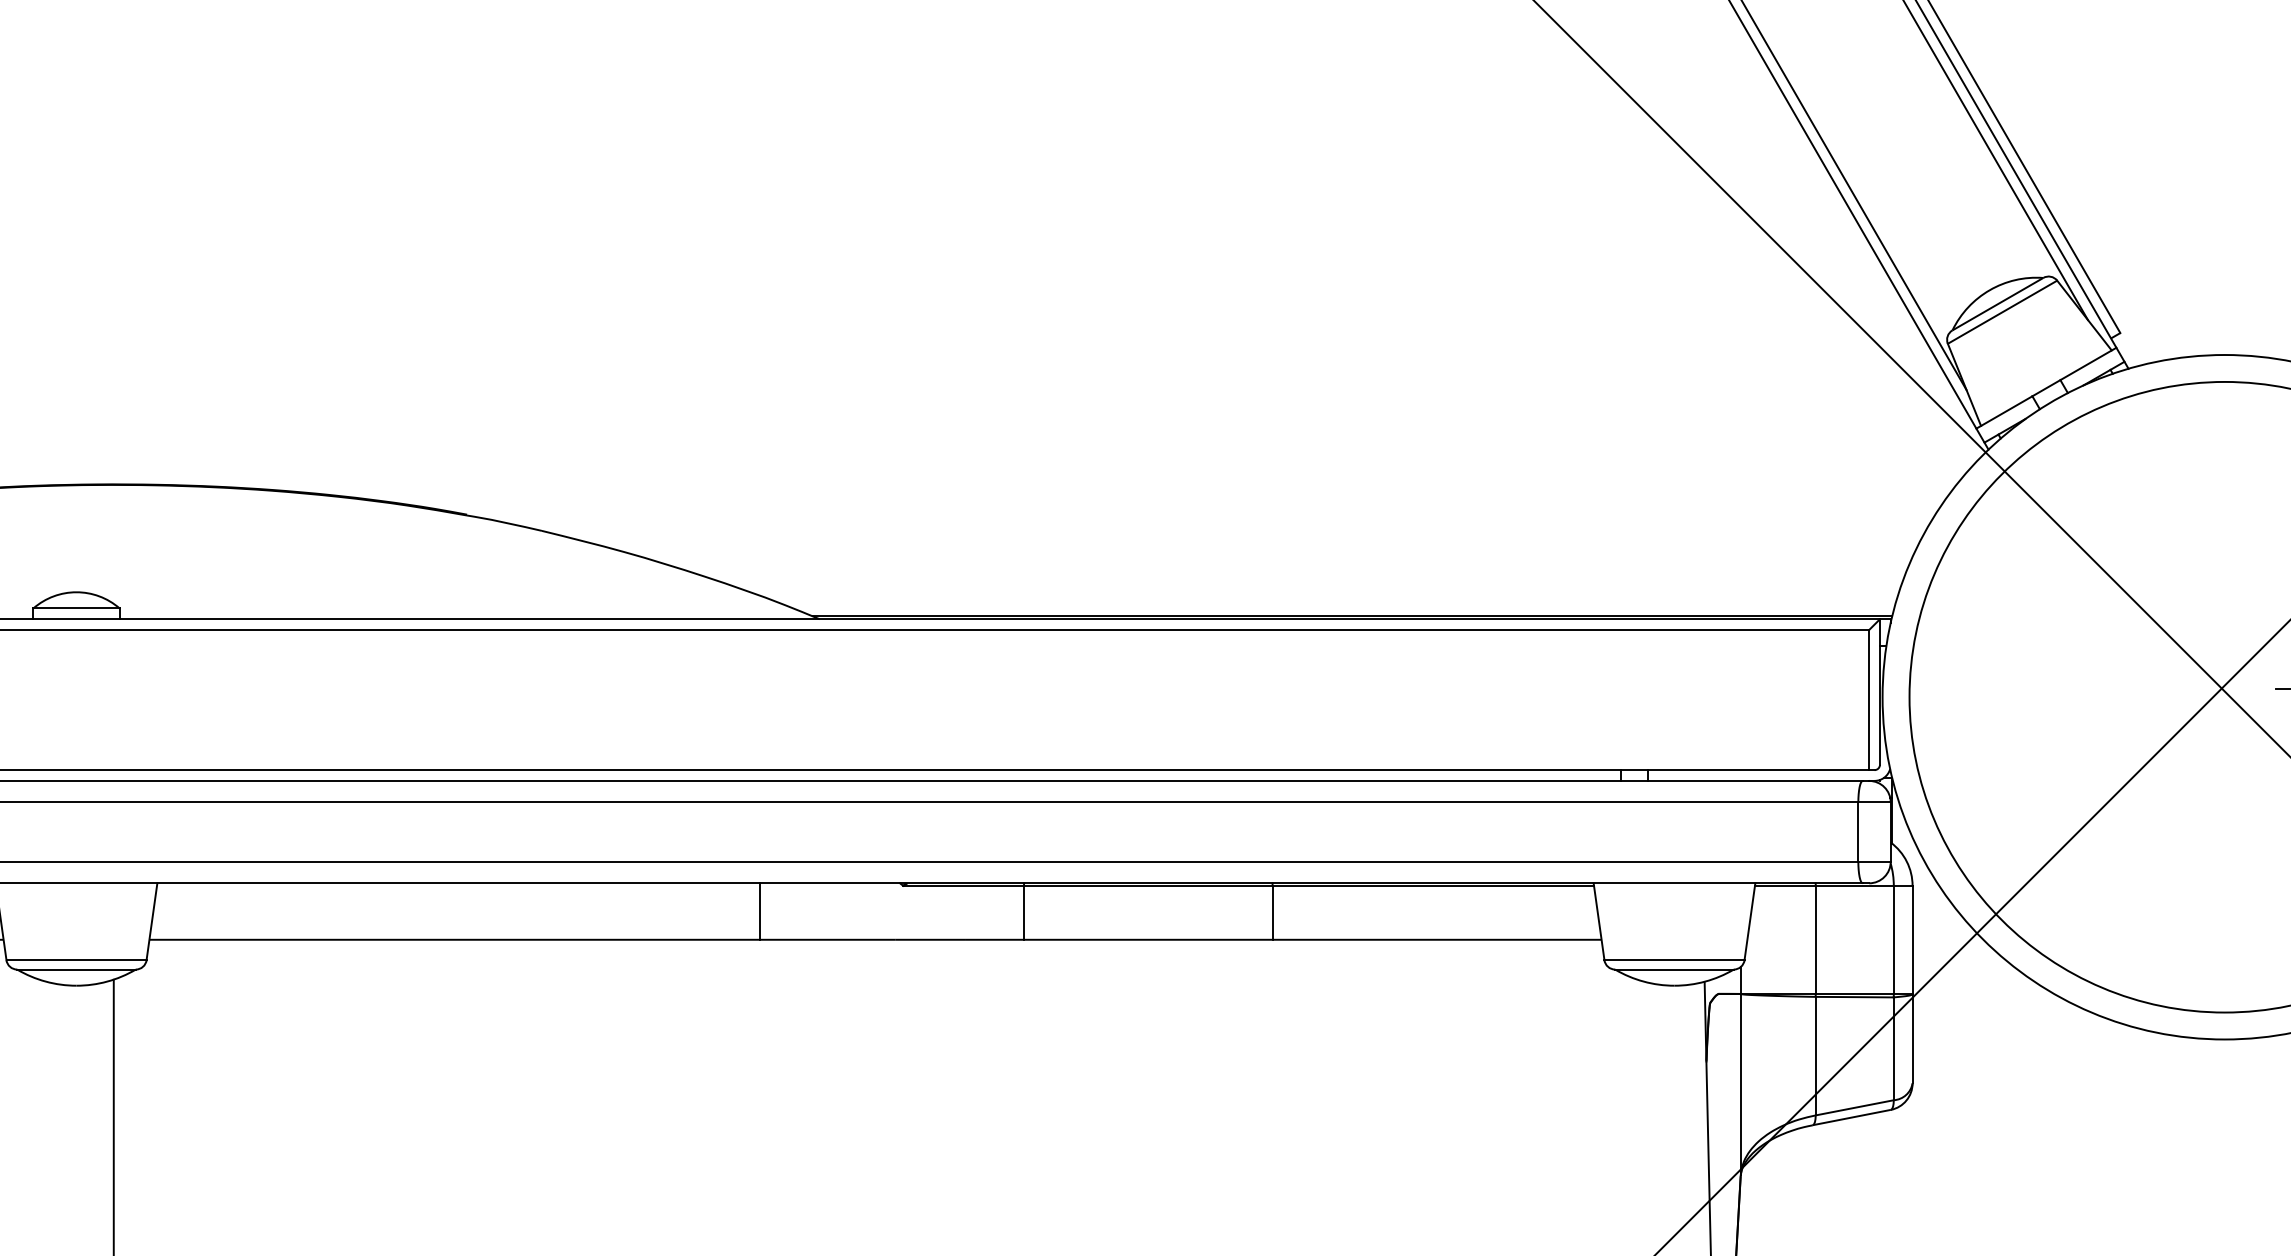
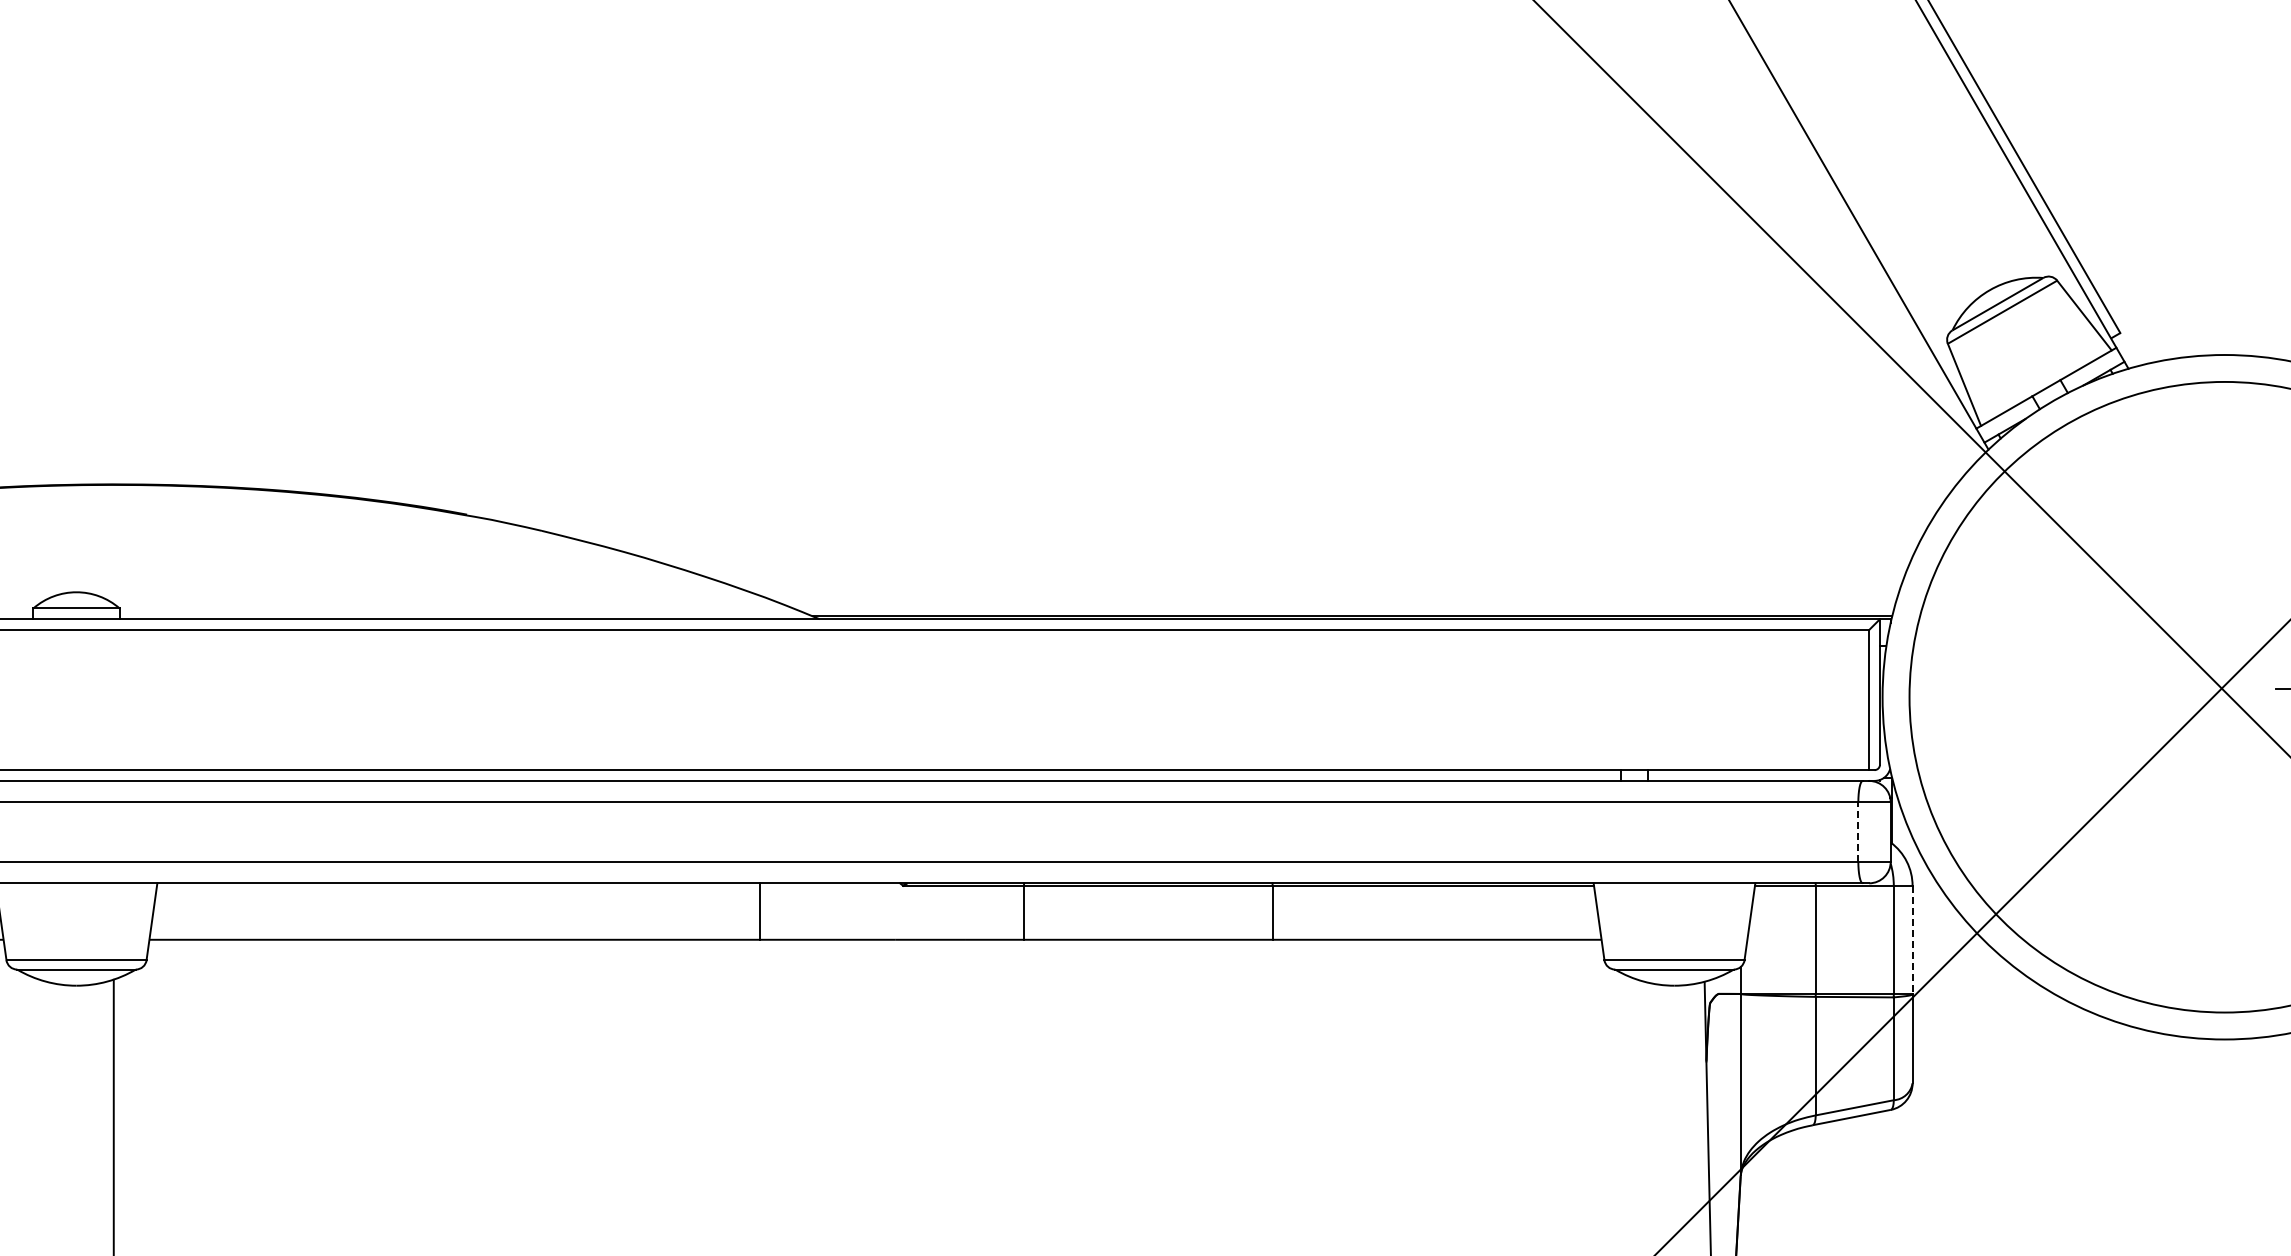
line at (1995, 160): present -> none
line at (1854, 196): present -> none
line at (1858, 832): solid -> dashed
line at (1912, 939): solid -> dashed
